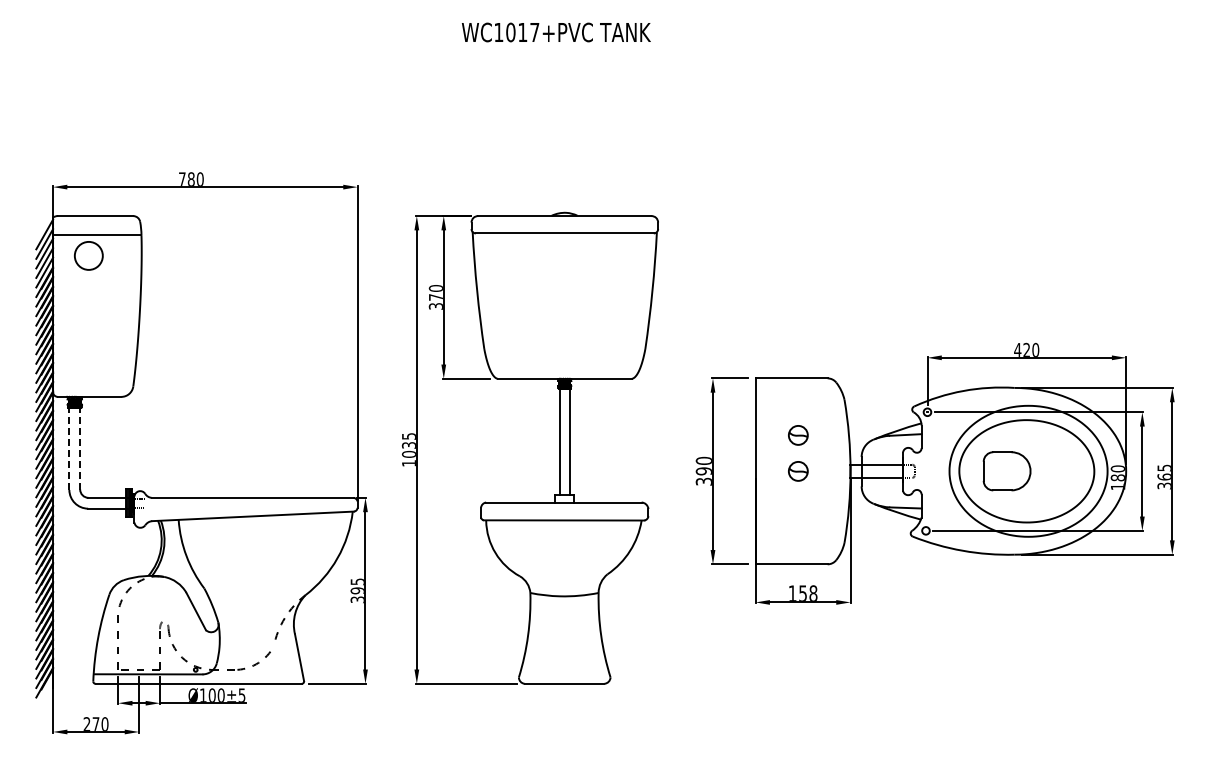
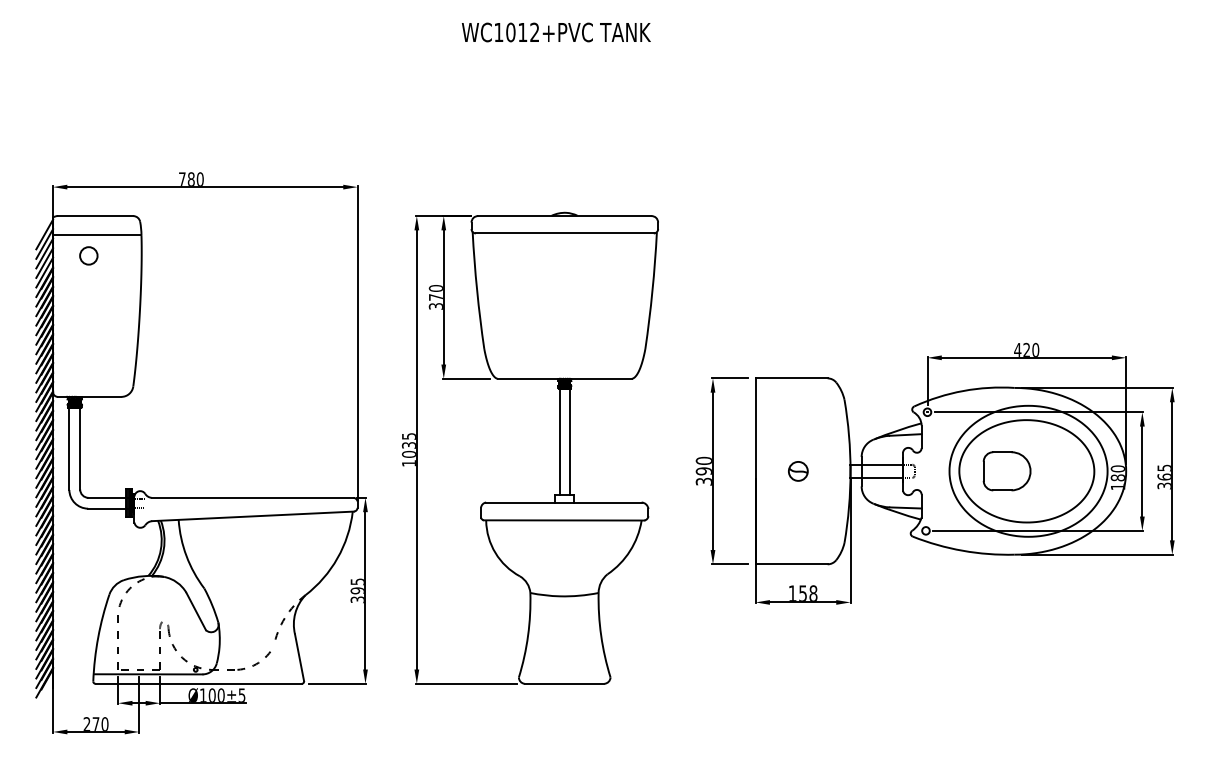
text at (534, 31): WC1017+PVC -> WC1012+PVC
circle at (88, 255) diameter: 28 px -> 18 px
part at (798, 435): present -> none
line at (80, 448): dashed -> solid
line at (69, 449): dashed -> solid
